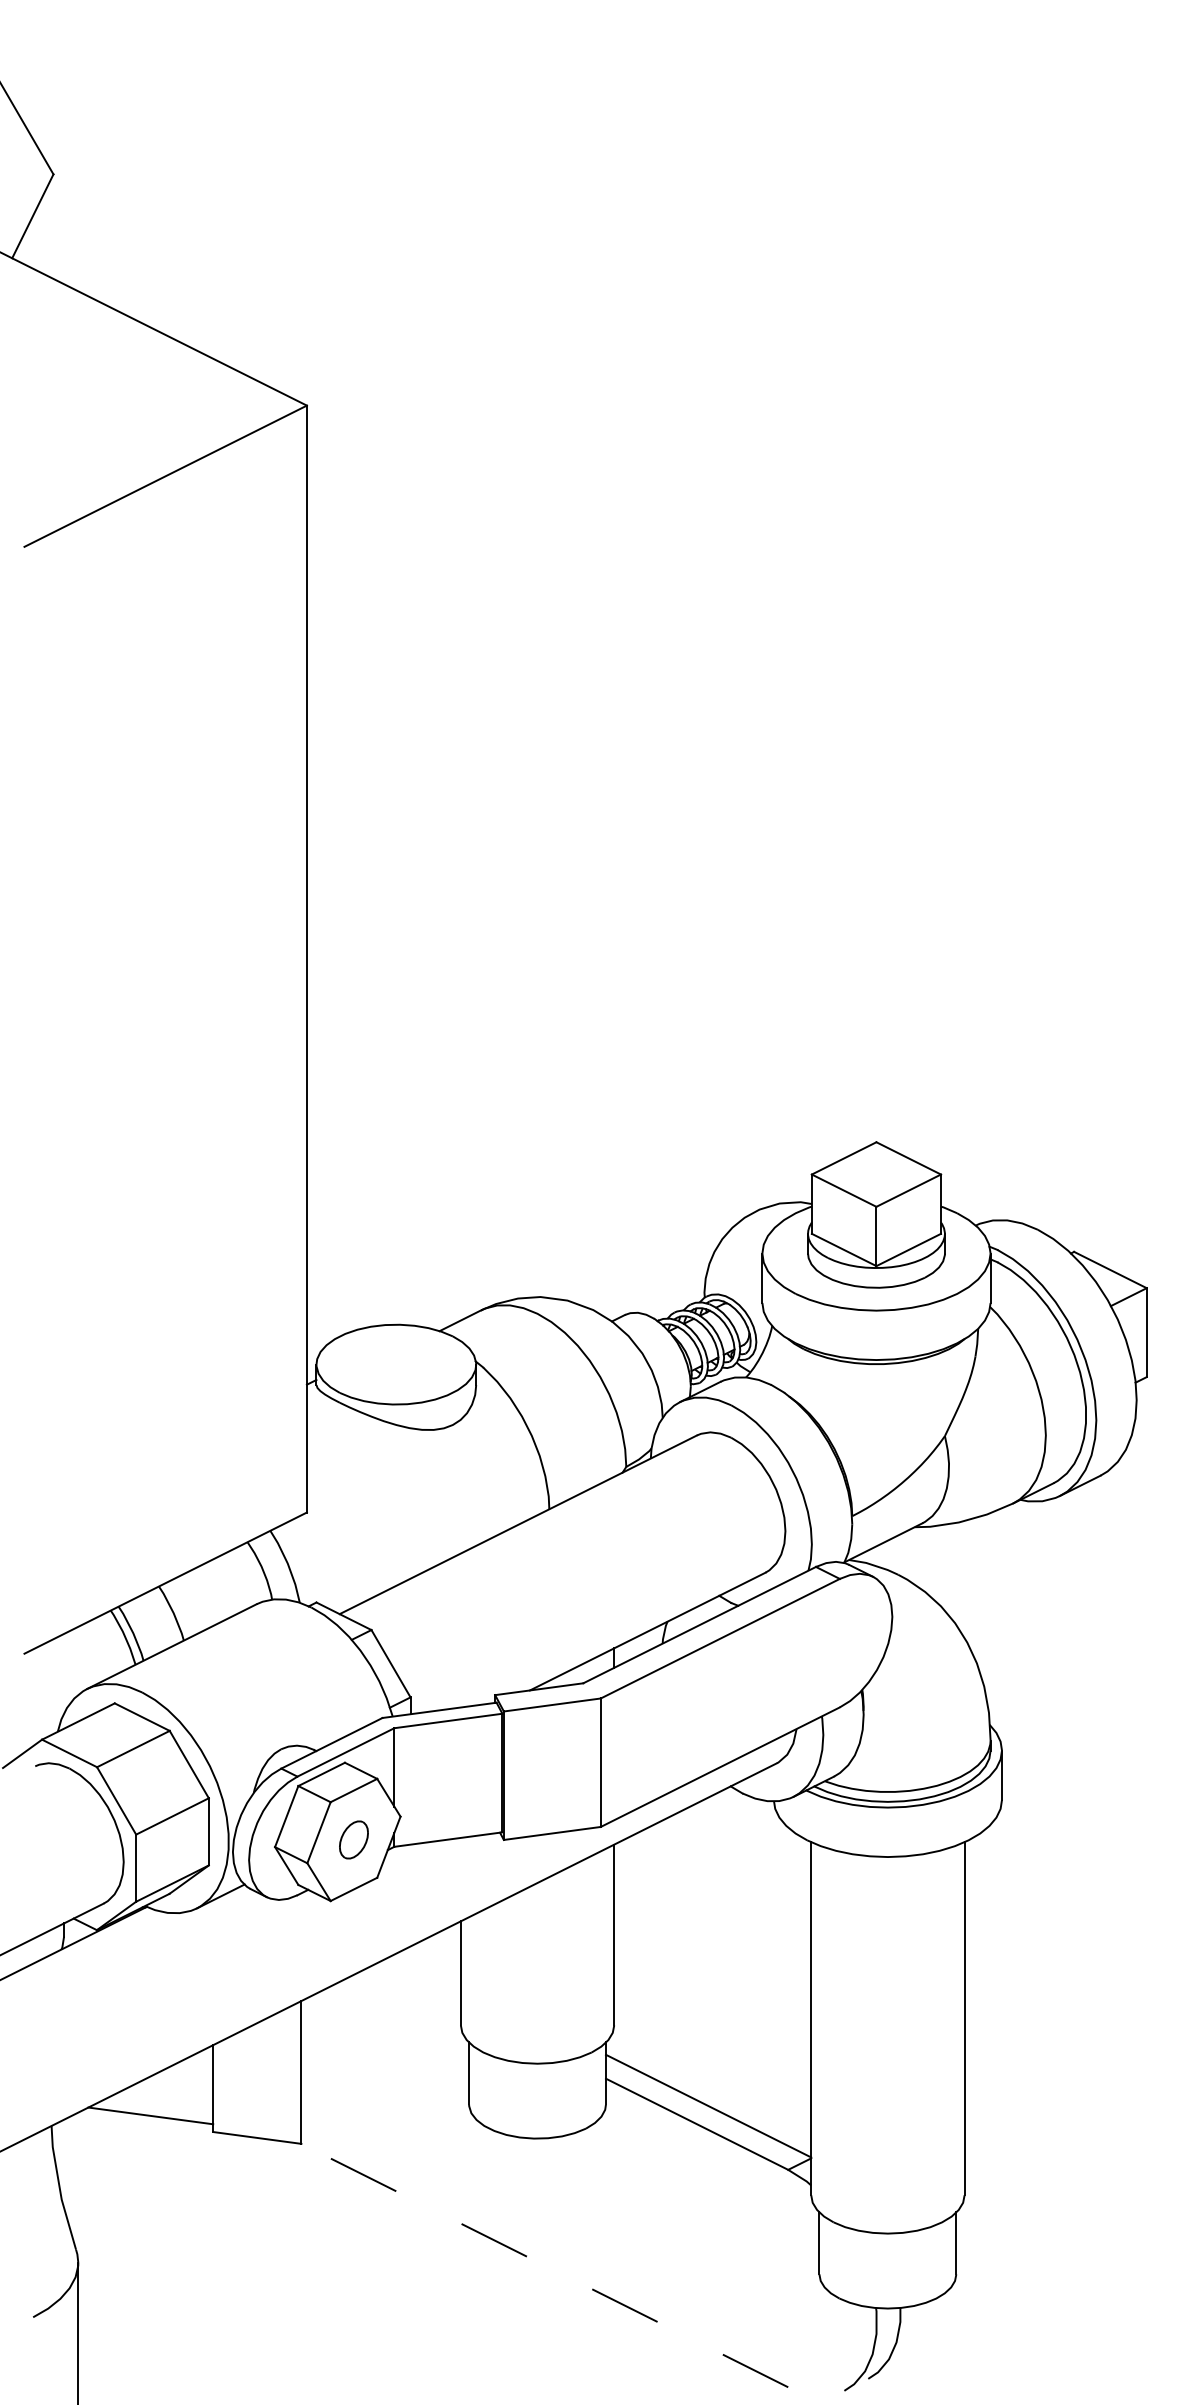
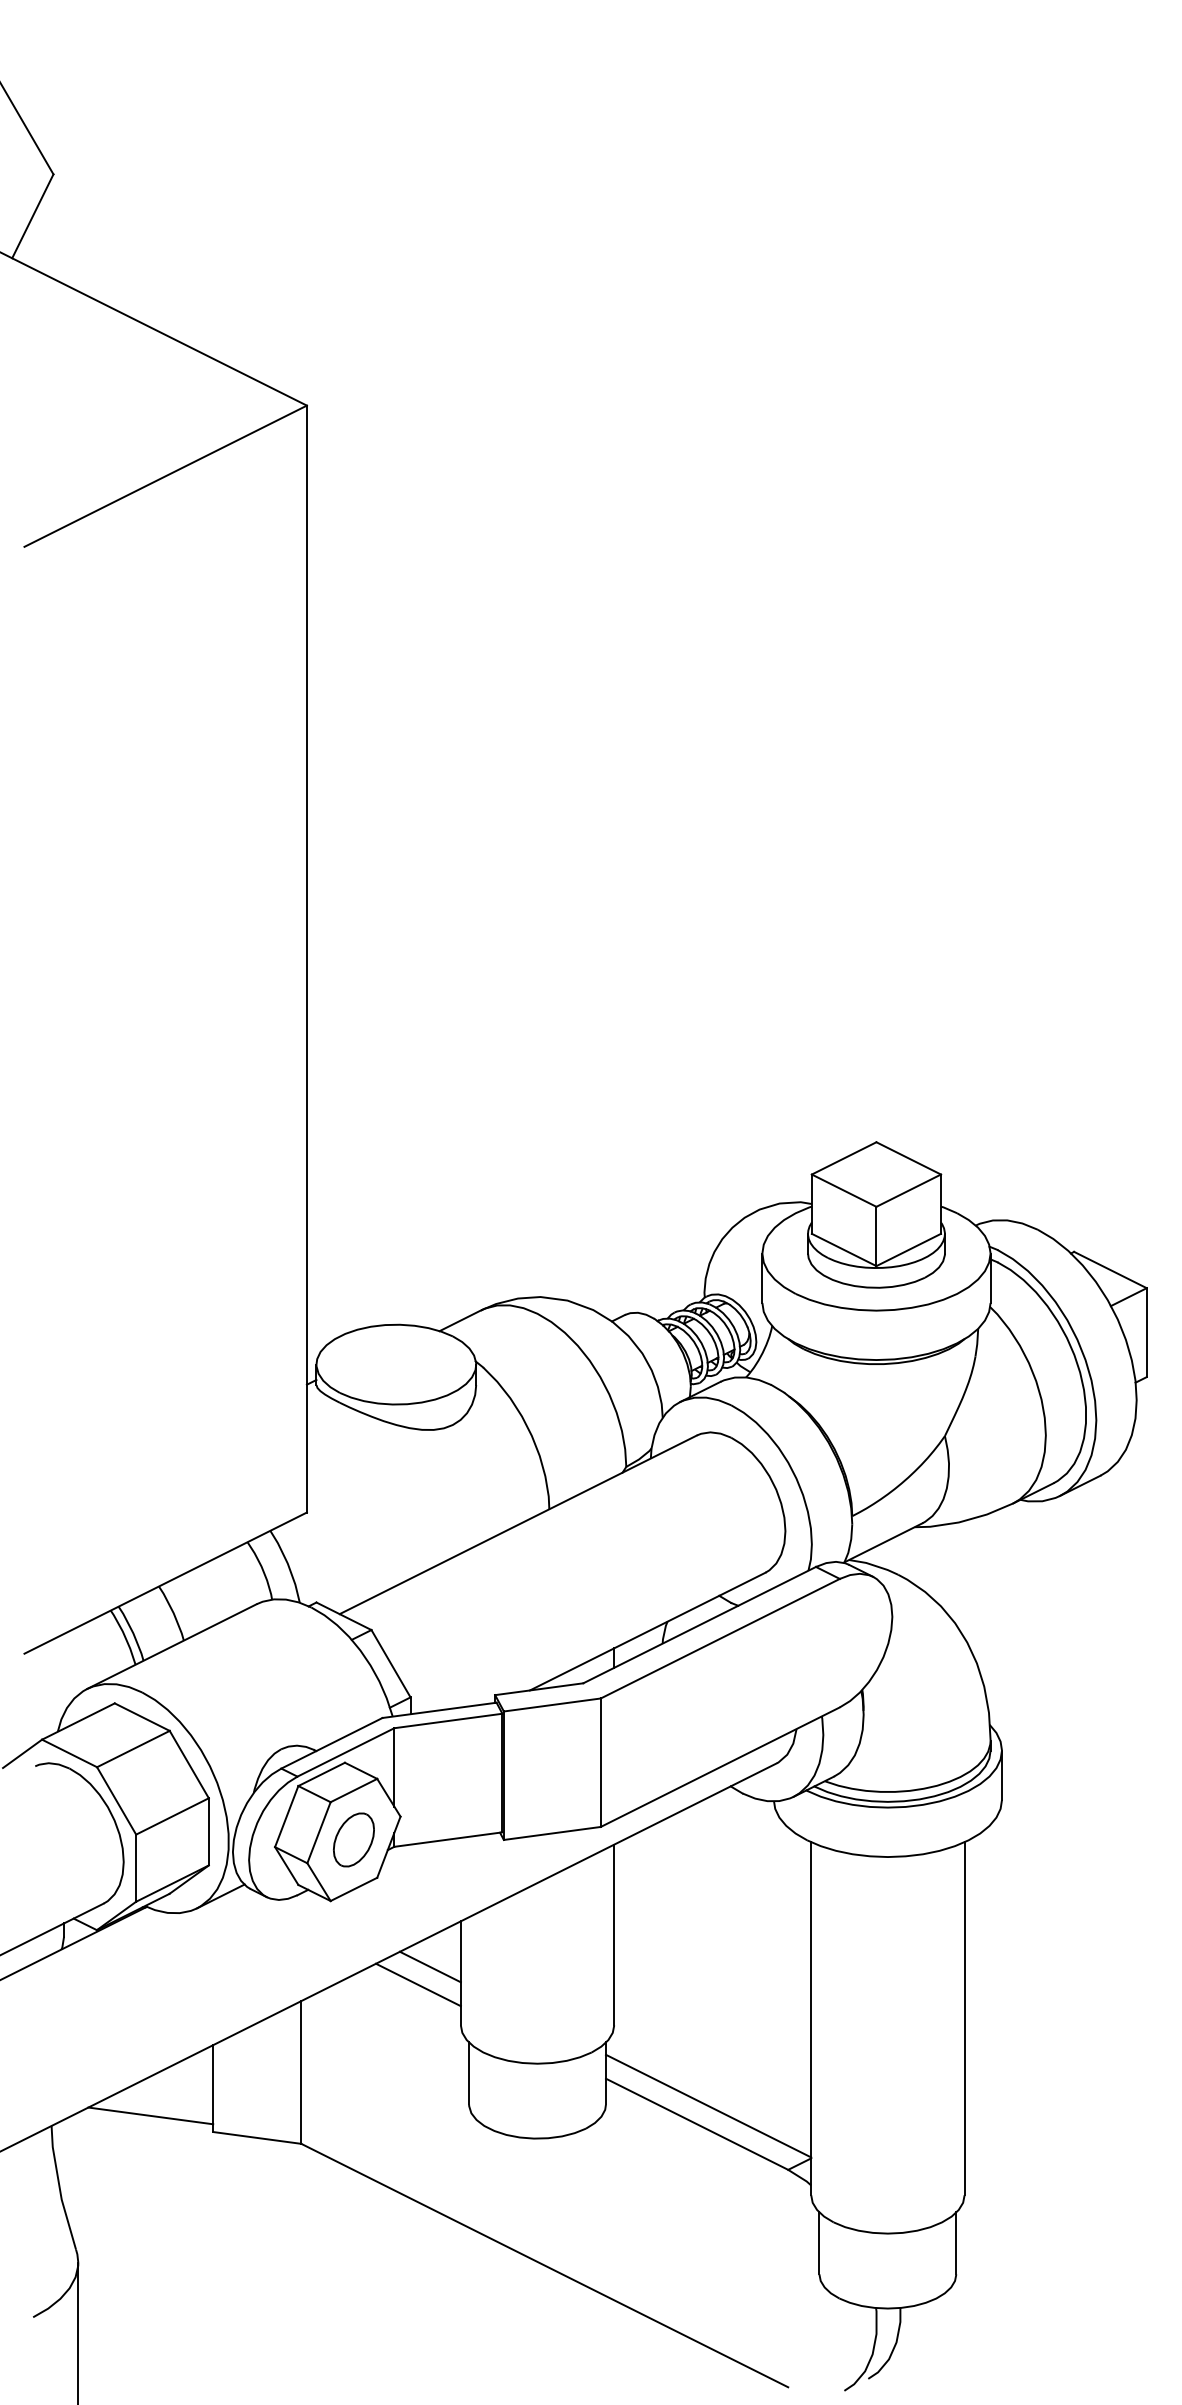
part at (353, 1839) size: 30x40 px -> 42x56 px
line at (429, 1966): none -> present
line at (418, 1984): none -> present
line at (544, 2265): dashed -> solid
